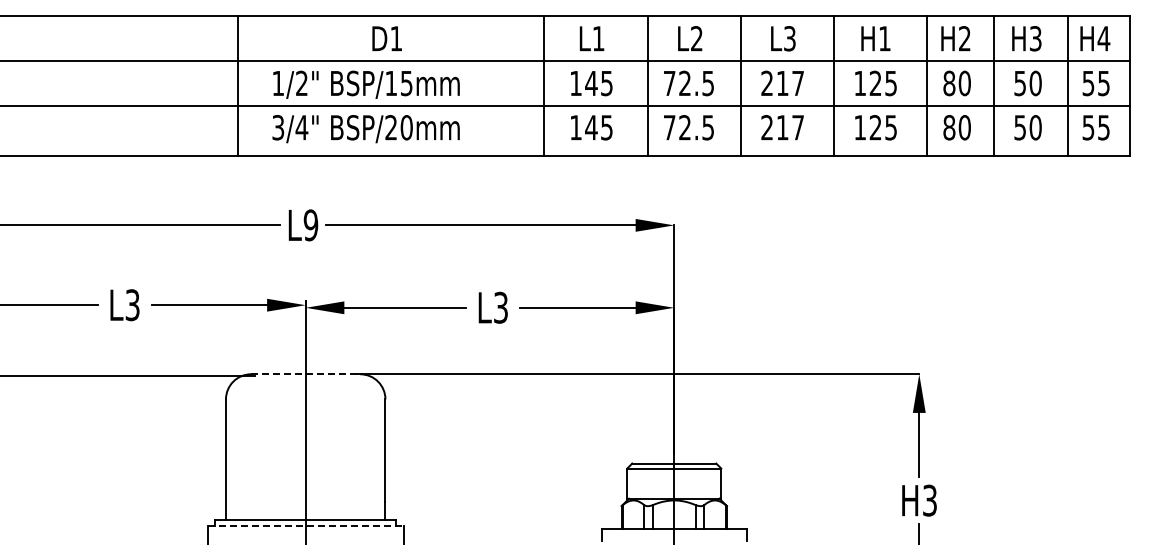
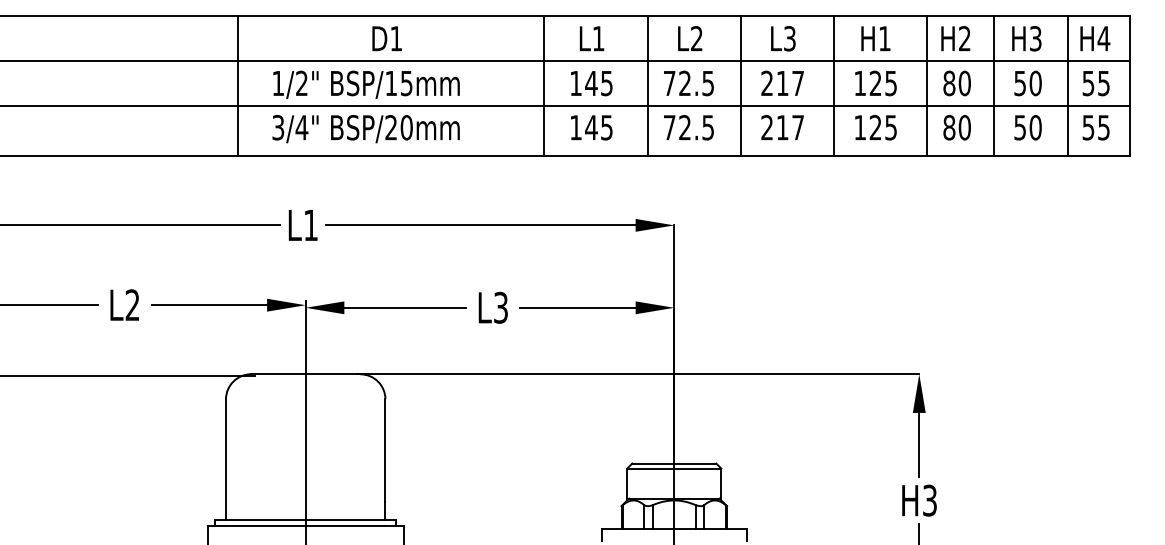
text at (310, 225): L9 -> L1
text at (132, 305): L3 -> L2
line at (305, 374): dashed -> solid
line at (305, 526): dashed -> solid
